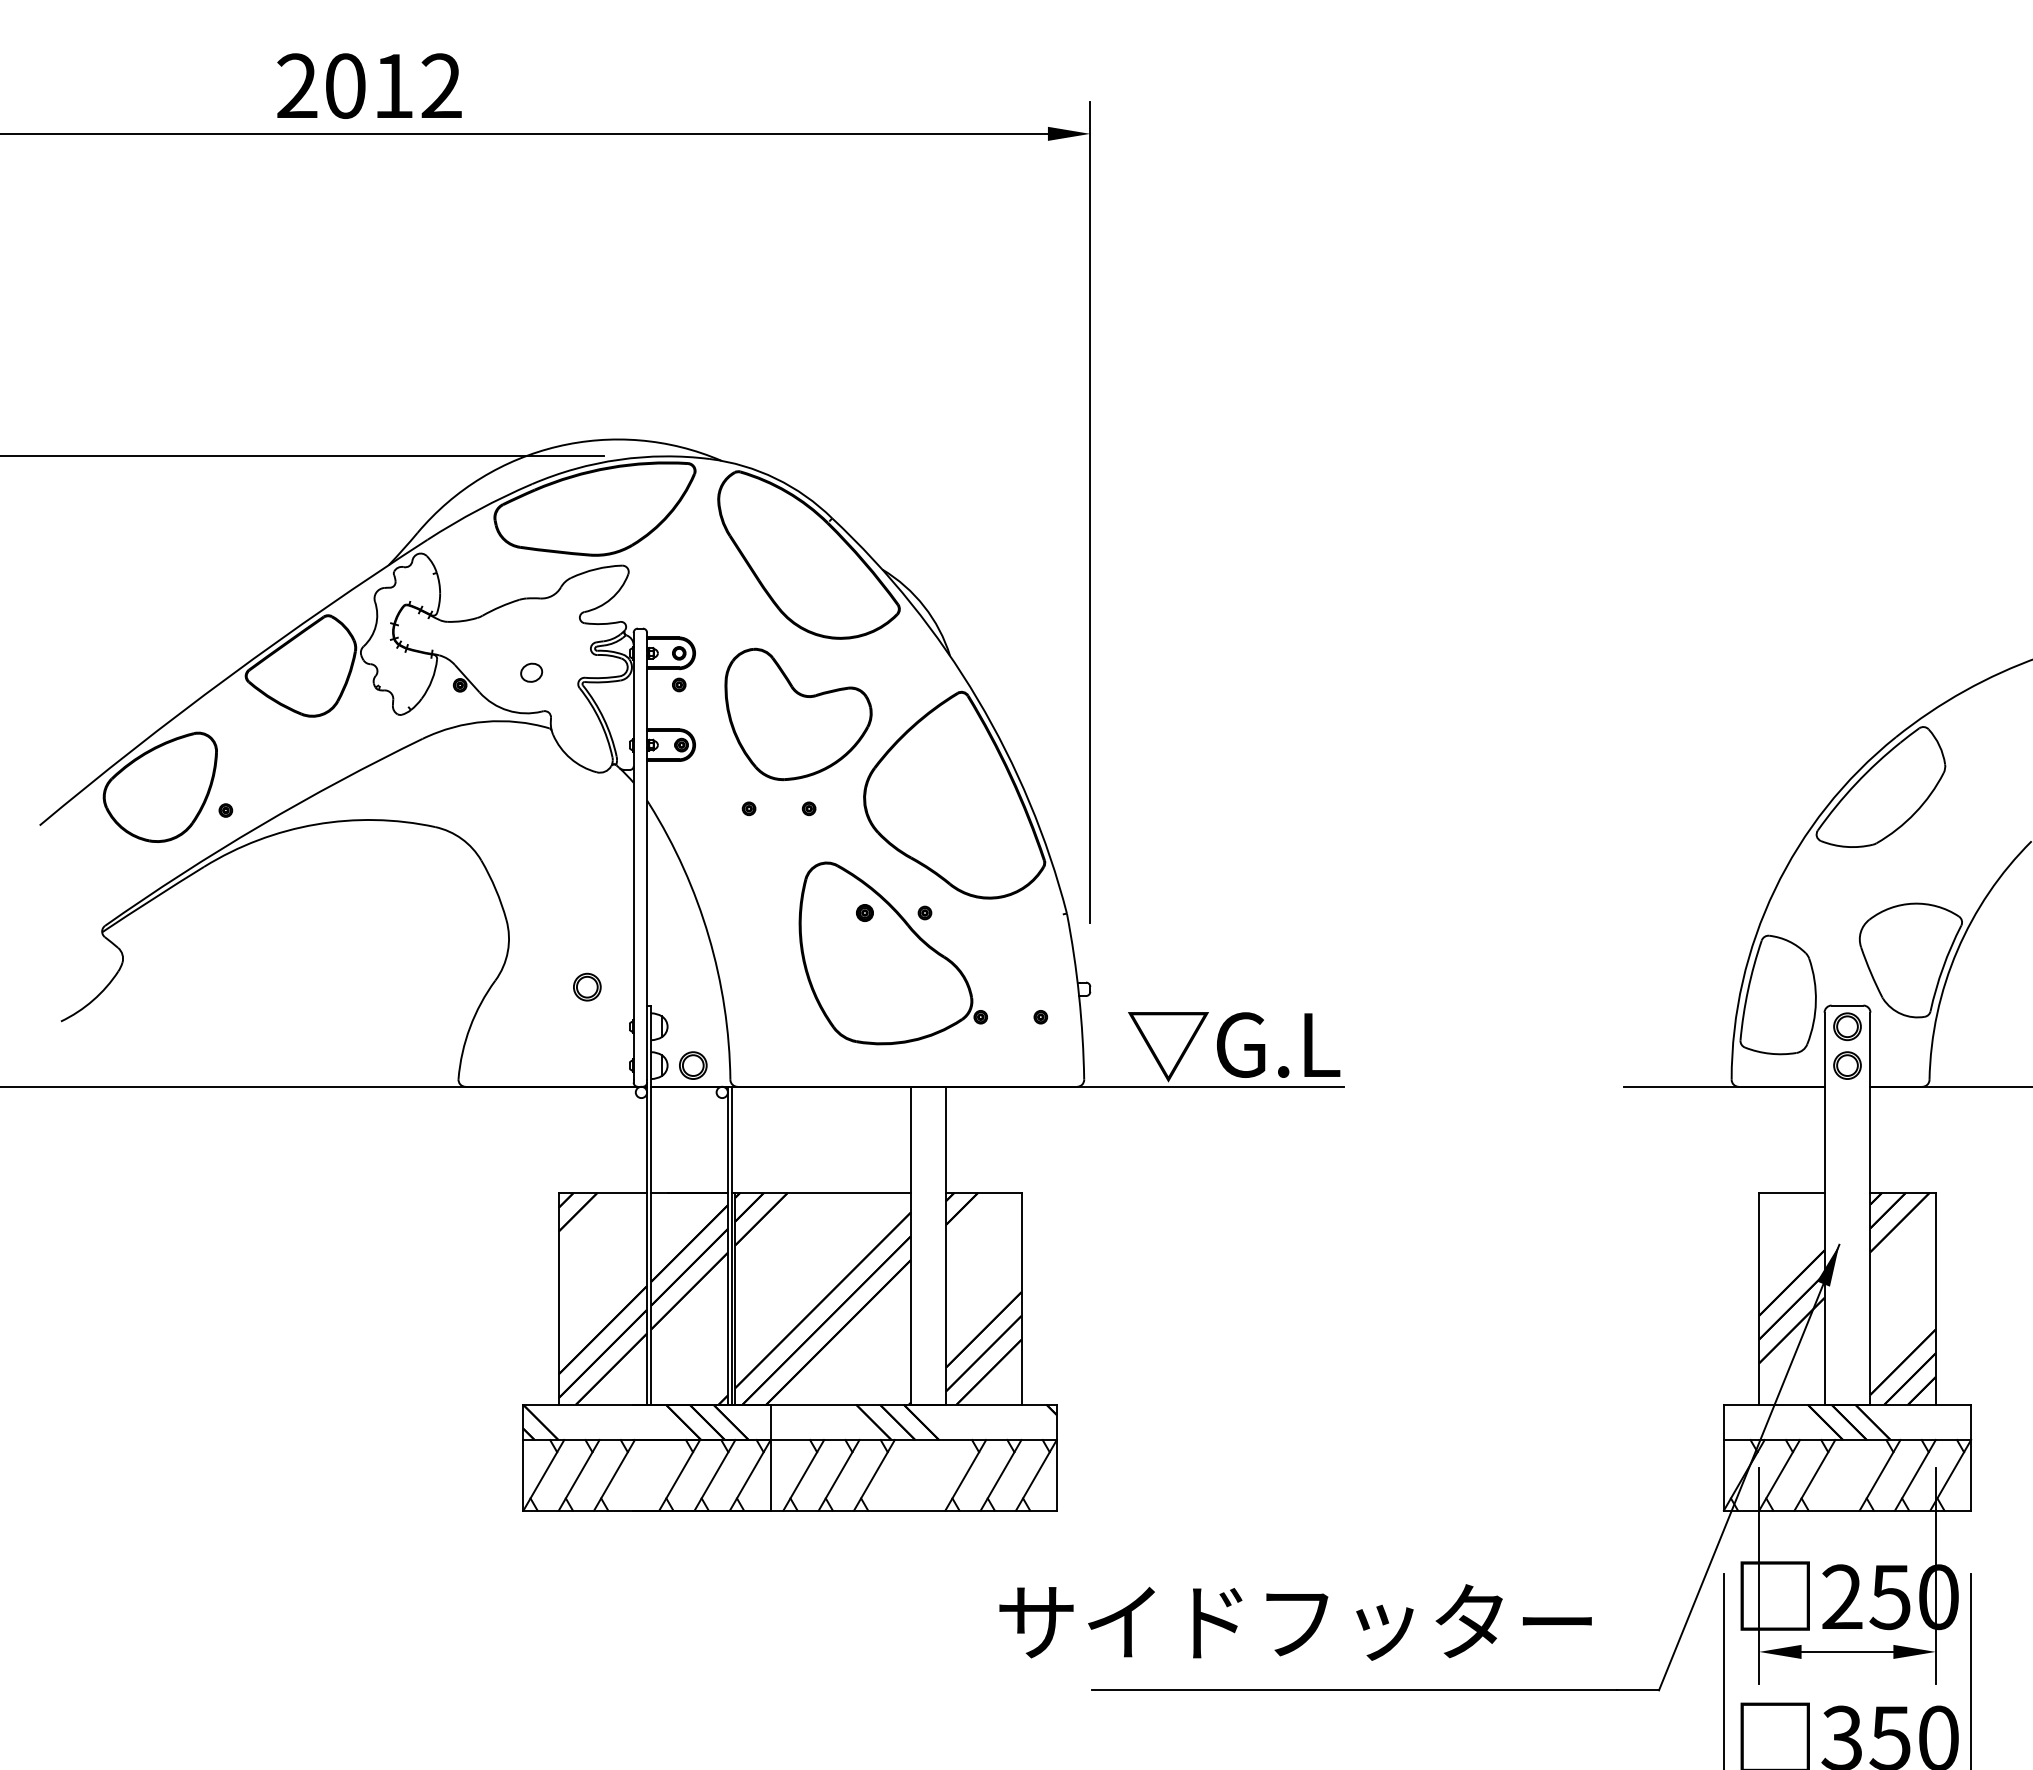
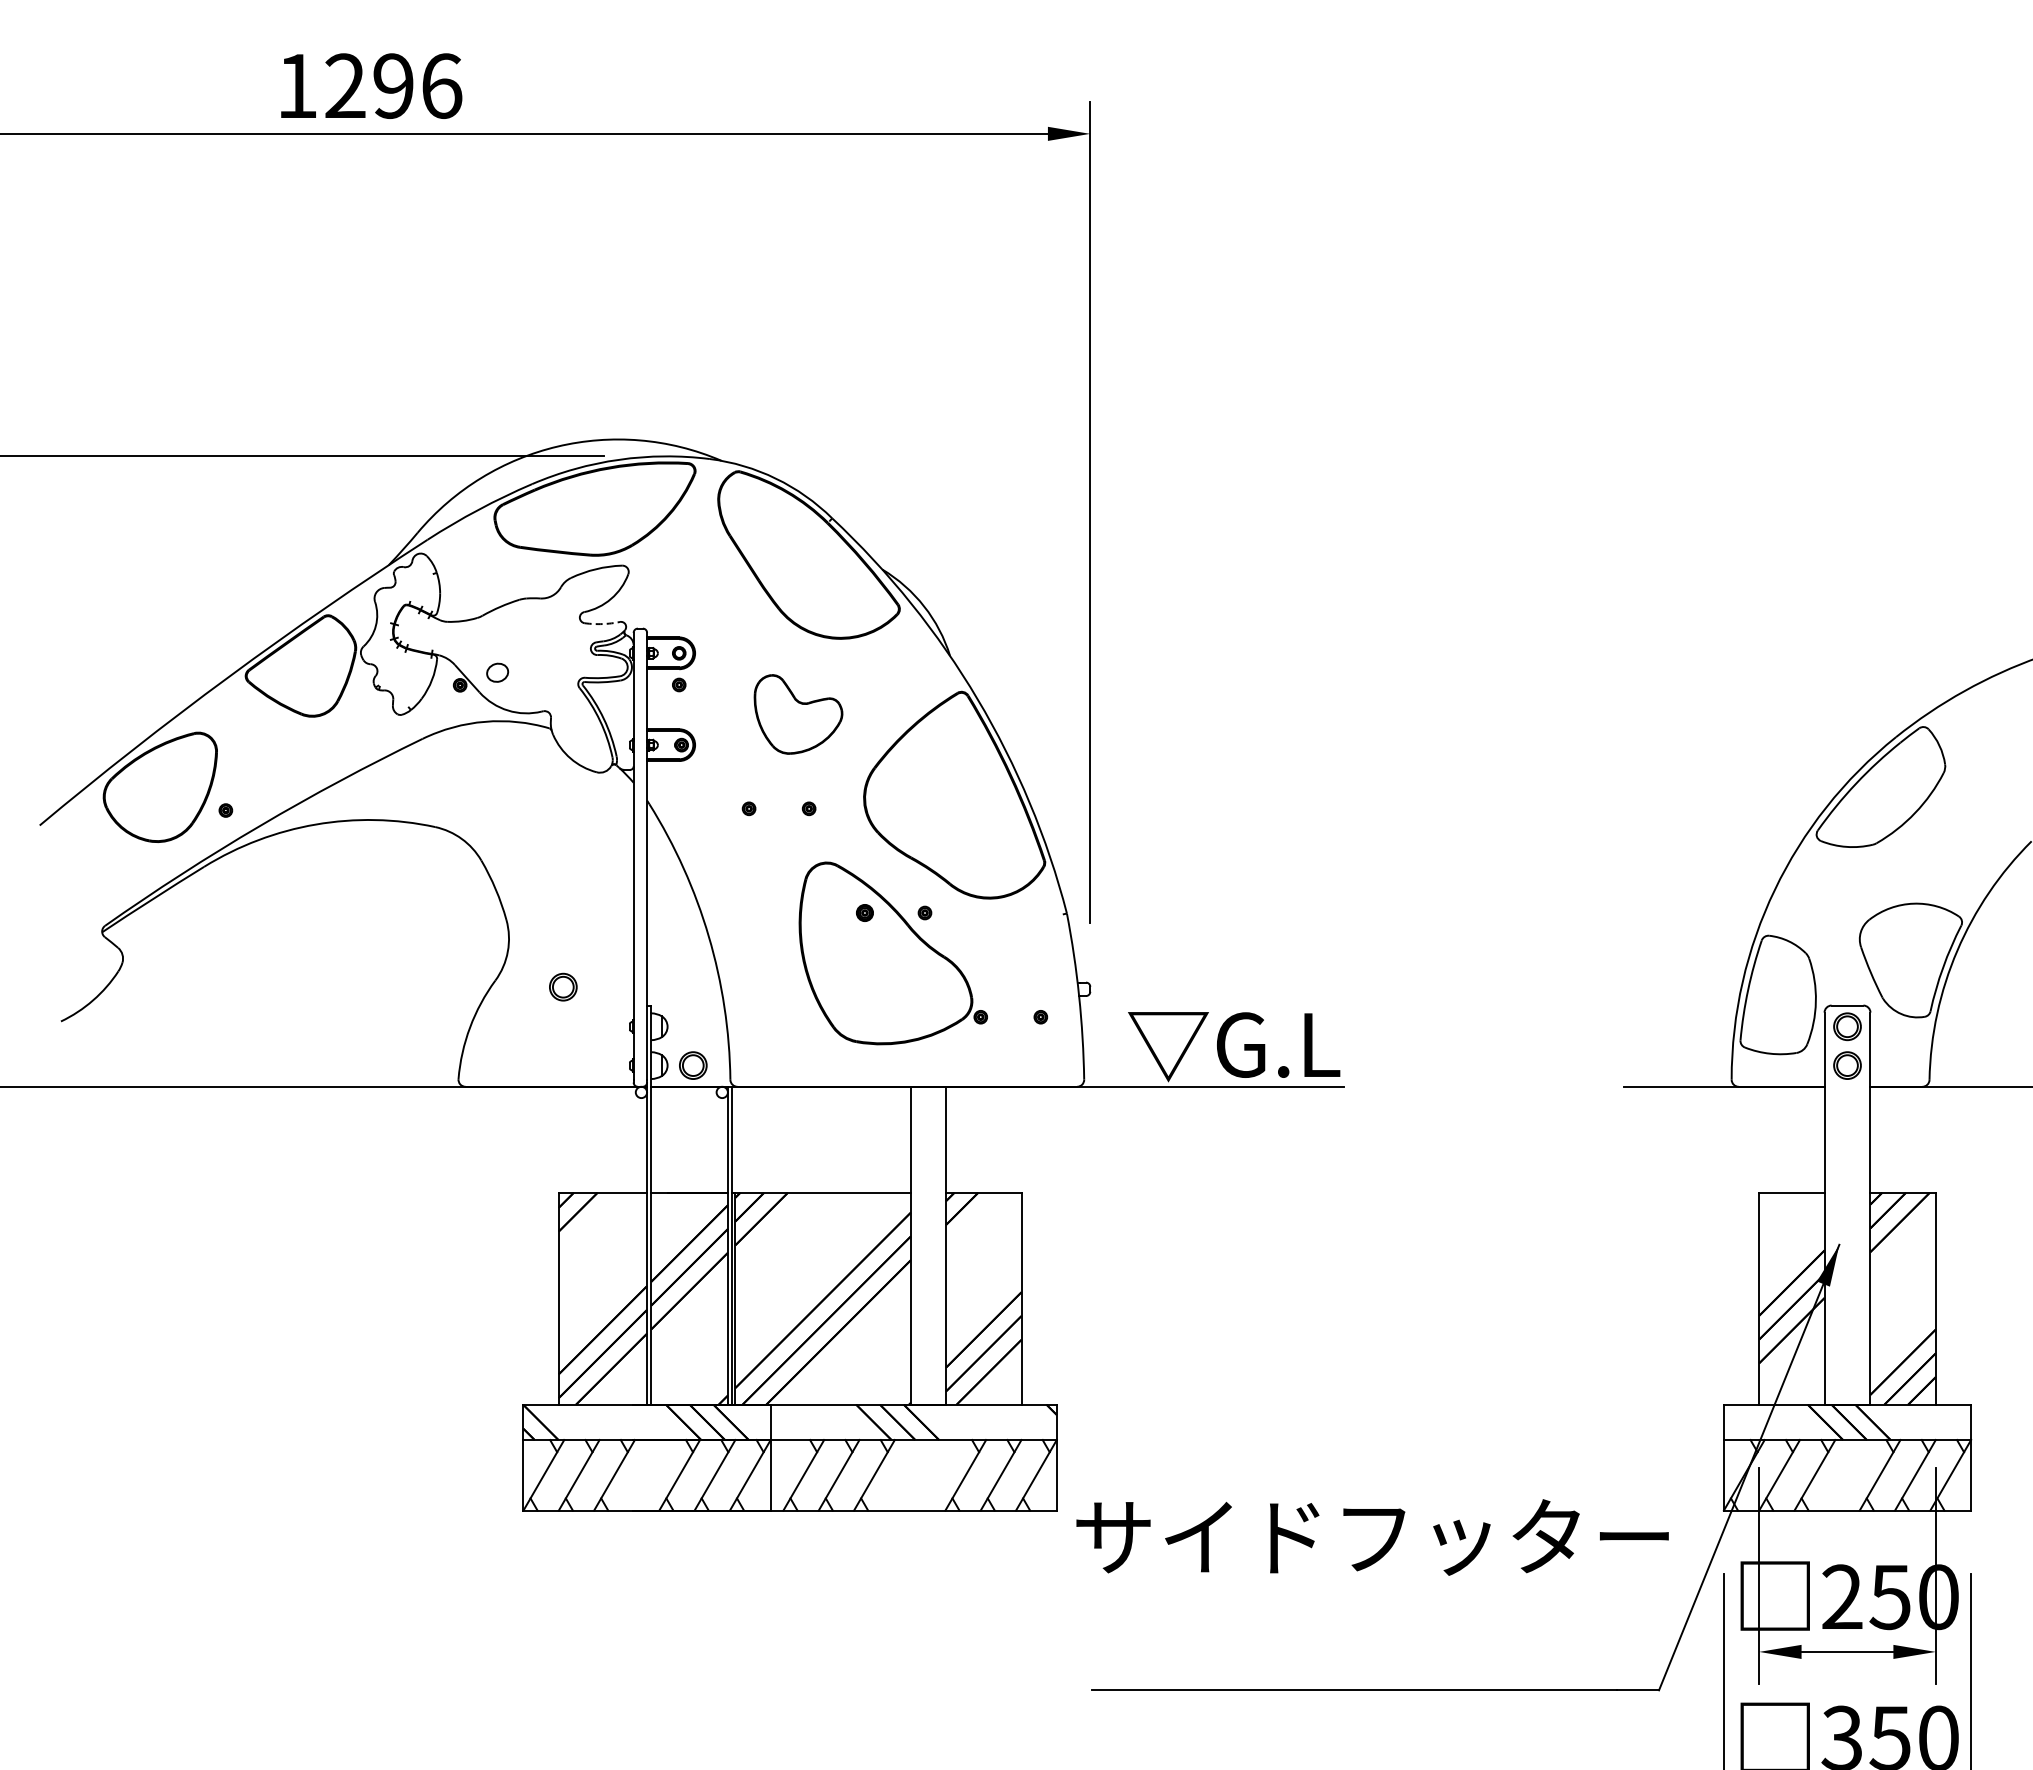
text at (369, 85): 2012 -> 1296
arc at (602, 624): solid -> dashed
part at (531, 672) position: (531, 672) -> (497, 672)
part at (798, 714) size: 149x135 px -> 91x81 px
part at (587, 986) position: (587, 986) -> (563, 986)
text at (1295, 1622) position: (1295, 1622) -> (1372, 1537)
